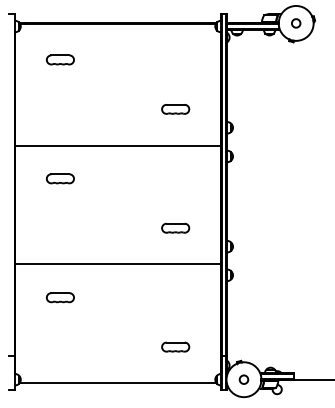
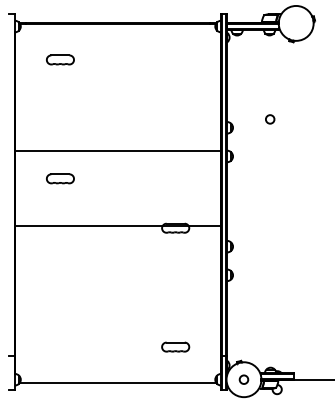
circle at (296, 23) position: (296, 23) -> (270, 119)
part at (175, 109): present -> none
line at (117, 145) position: (117, 145) -> (117, 150)
line at (117, 264) position: (117, 264) -> (117, 226)
part at (60, 297): present -> none
